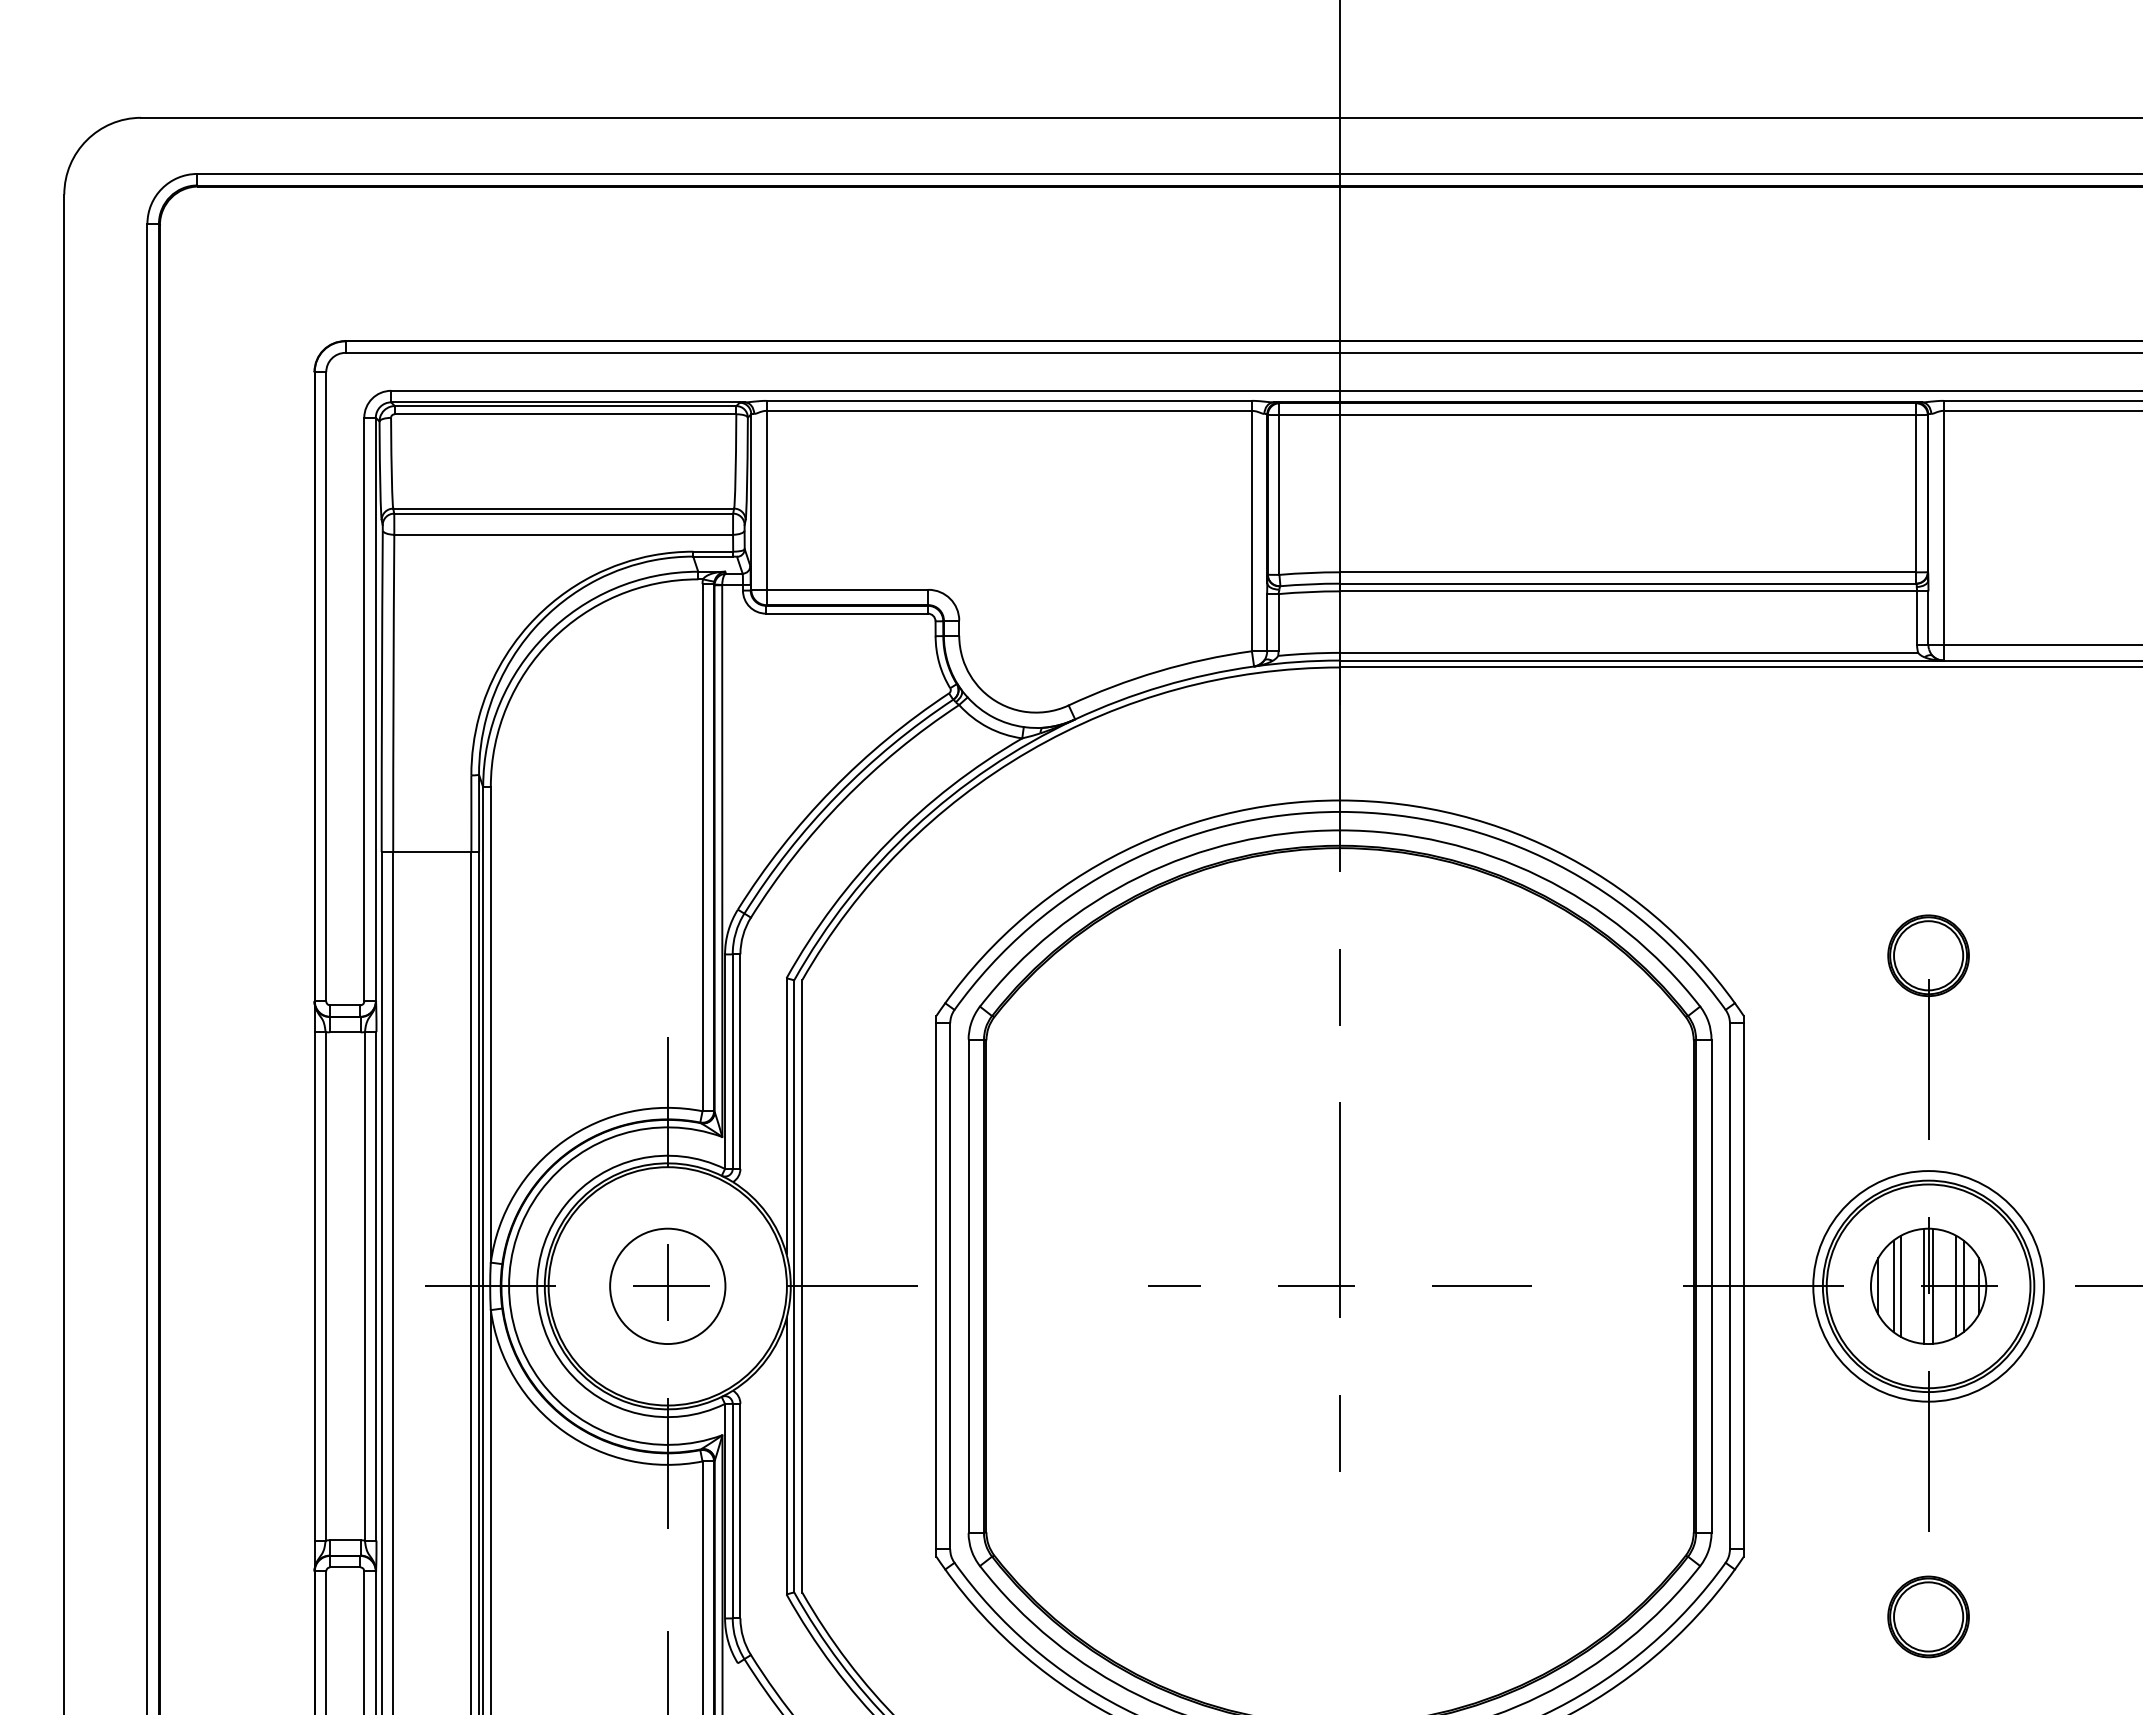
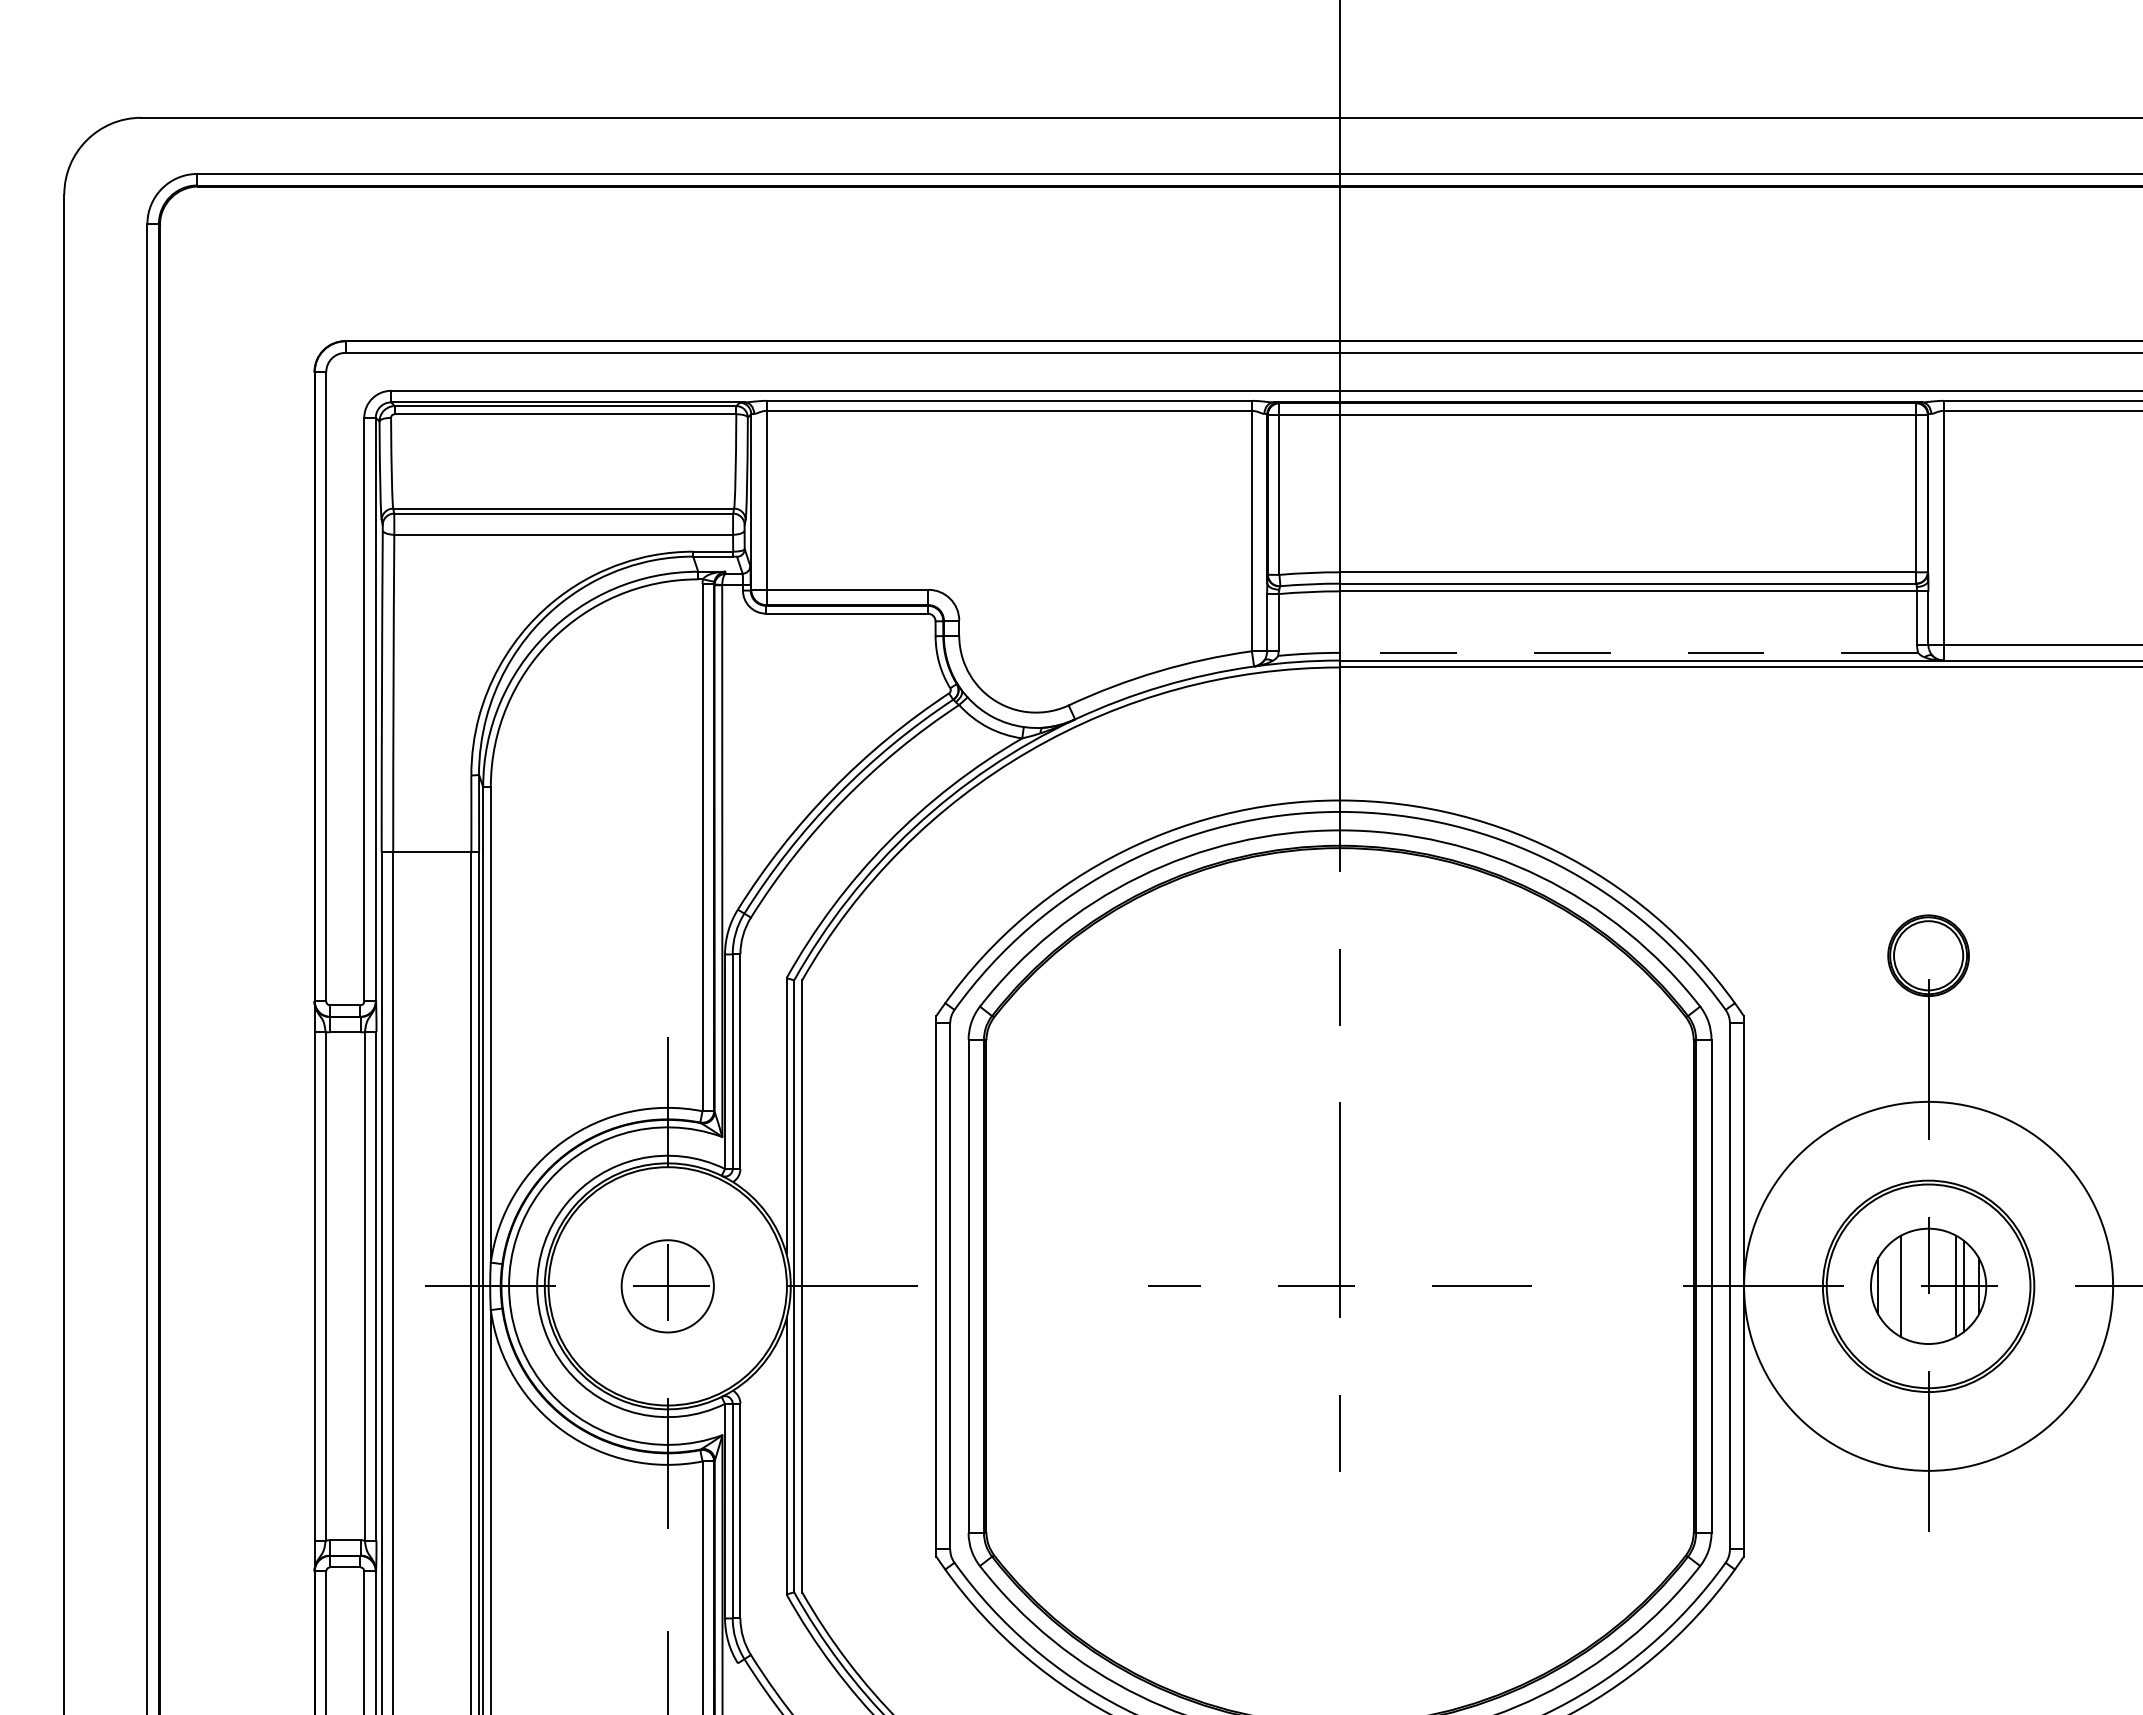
line at (1628, 652): solid -> dashed
line at (1924, 1285): present -> none
line at (1932, 1285): present -> none
circle at (667, 1286) diameter: 115 px -> 92 px
line at (1893, 1286): present -> none
circle at (1928, 1286) diameter: 231 px -> 369 px
part at (1928, 1616): present -> none
